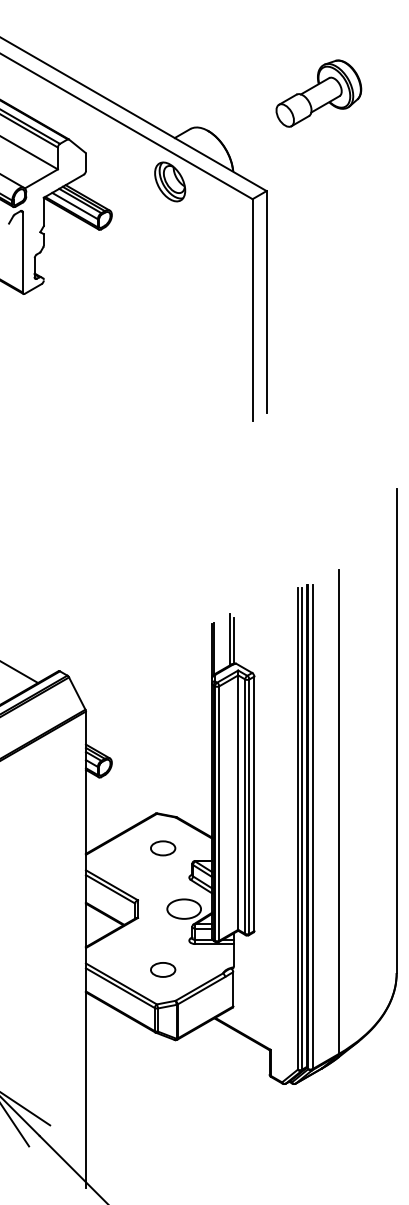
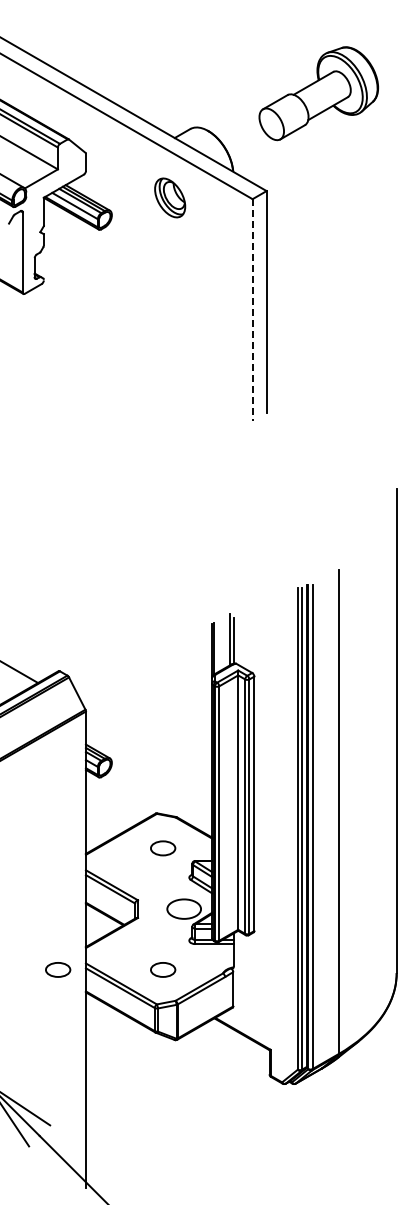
part at (318, 93) size: 88x69 px -> 122x96 px
part at (170, 181) position: (170, 181) -> (170, 197)
line at (252, 310): solid -> dashed
part at (58, 969): none -> present
